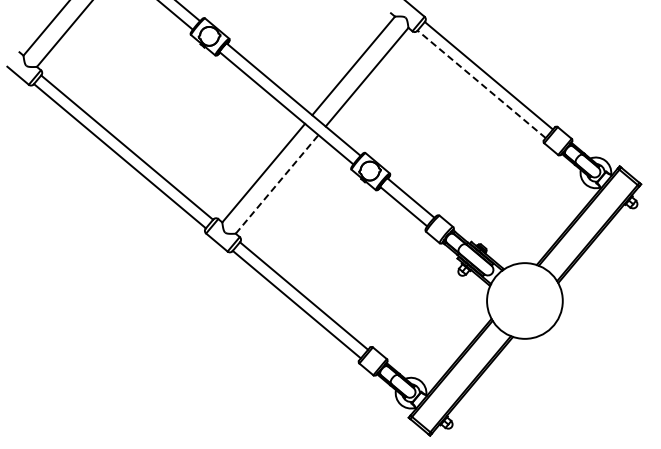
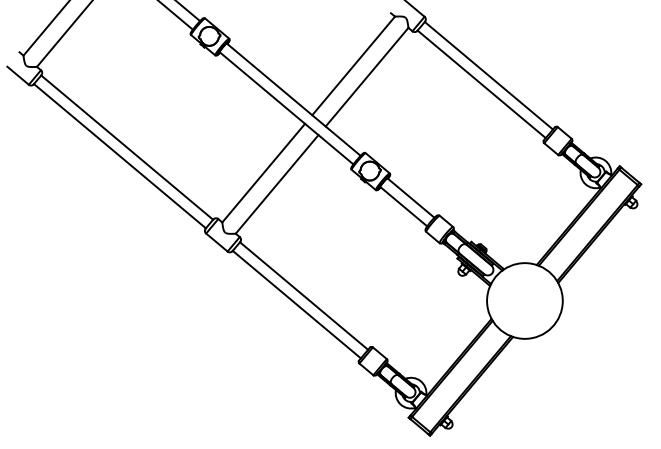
line at (481, 84): dashed -> solid
line at (277, 184): dashed -> solid
